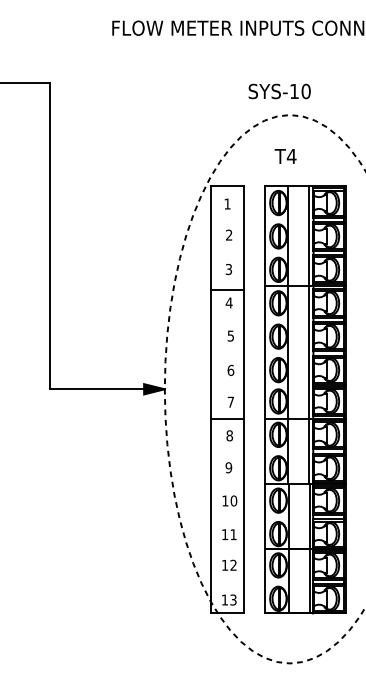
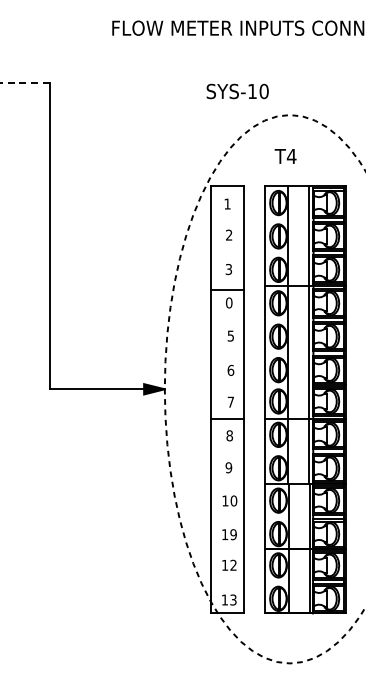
line at (24, 83): solid -> dashed
text at (279, 91) position: (279, 91) -> (237, 91)
text at (228, 302): 4 -> 0
text at (233, 534): 11 -> 19
